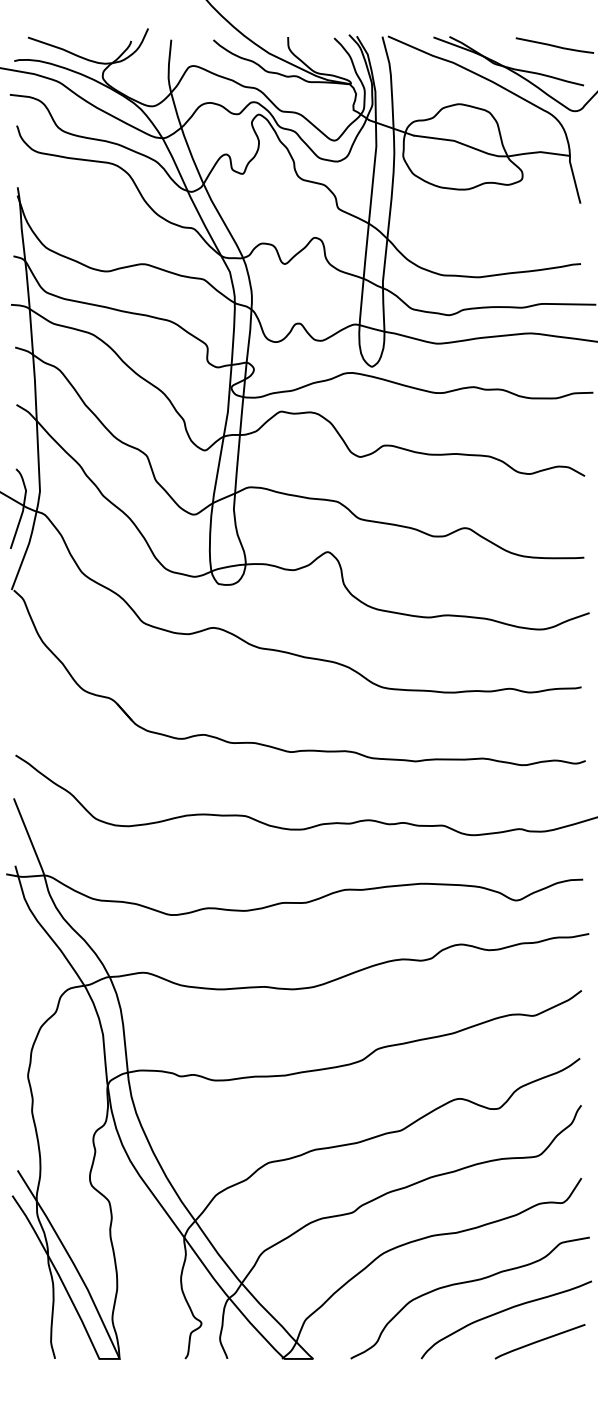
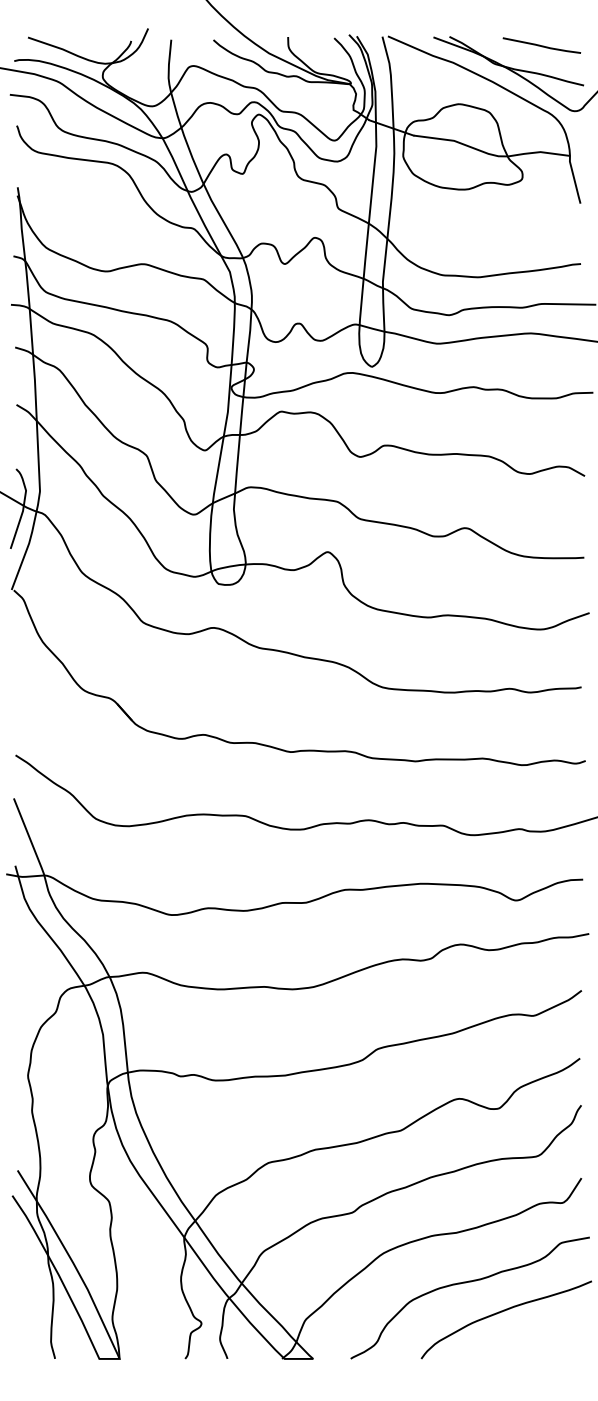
line at (554, 45) position: (554, 45) -> (541, 45)
curve at (539, 1341): present -> none
